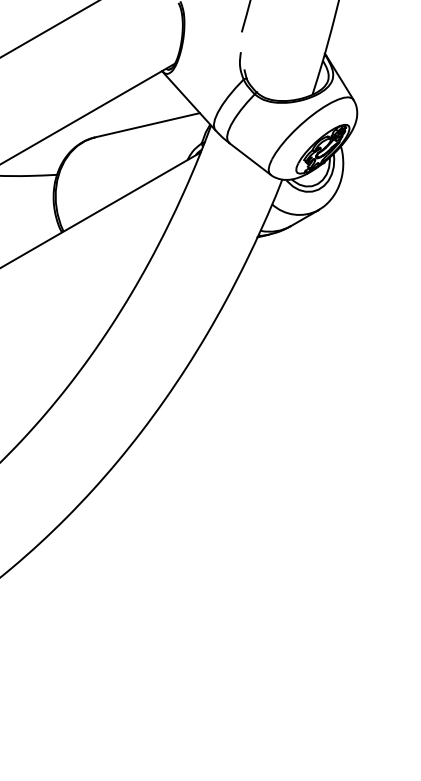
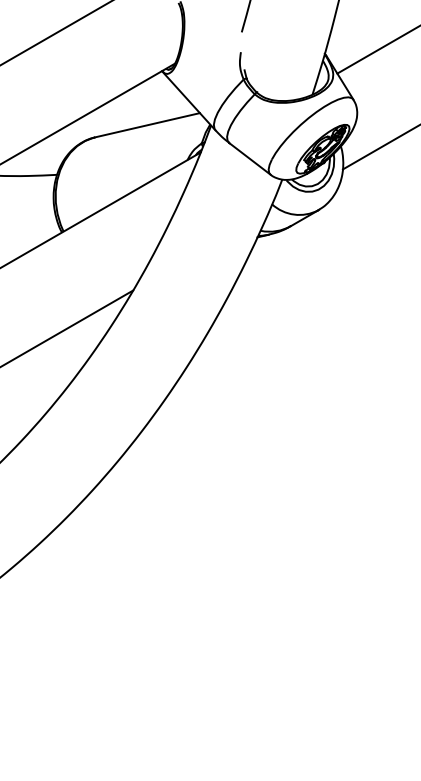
line at (49, 29) position: (49, 29) -> (56, 33)
line at (377, 50): none -> present
line at (379, 147): none -> present
line at (67, 328): none -> present
